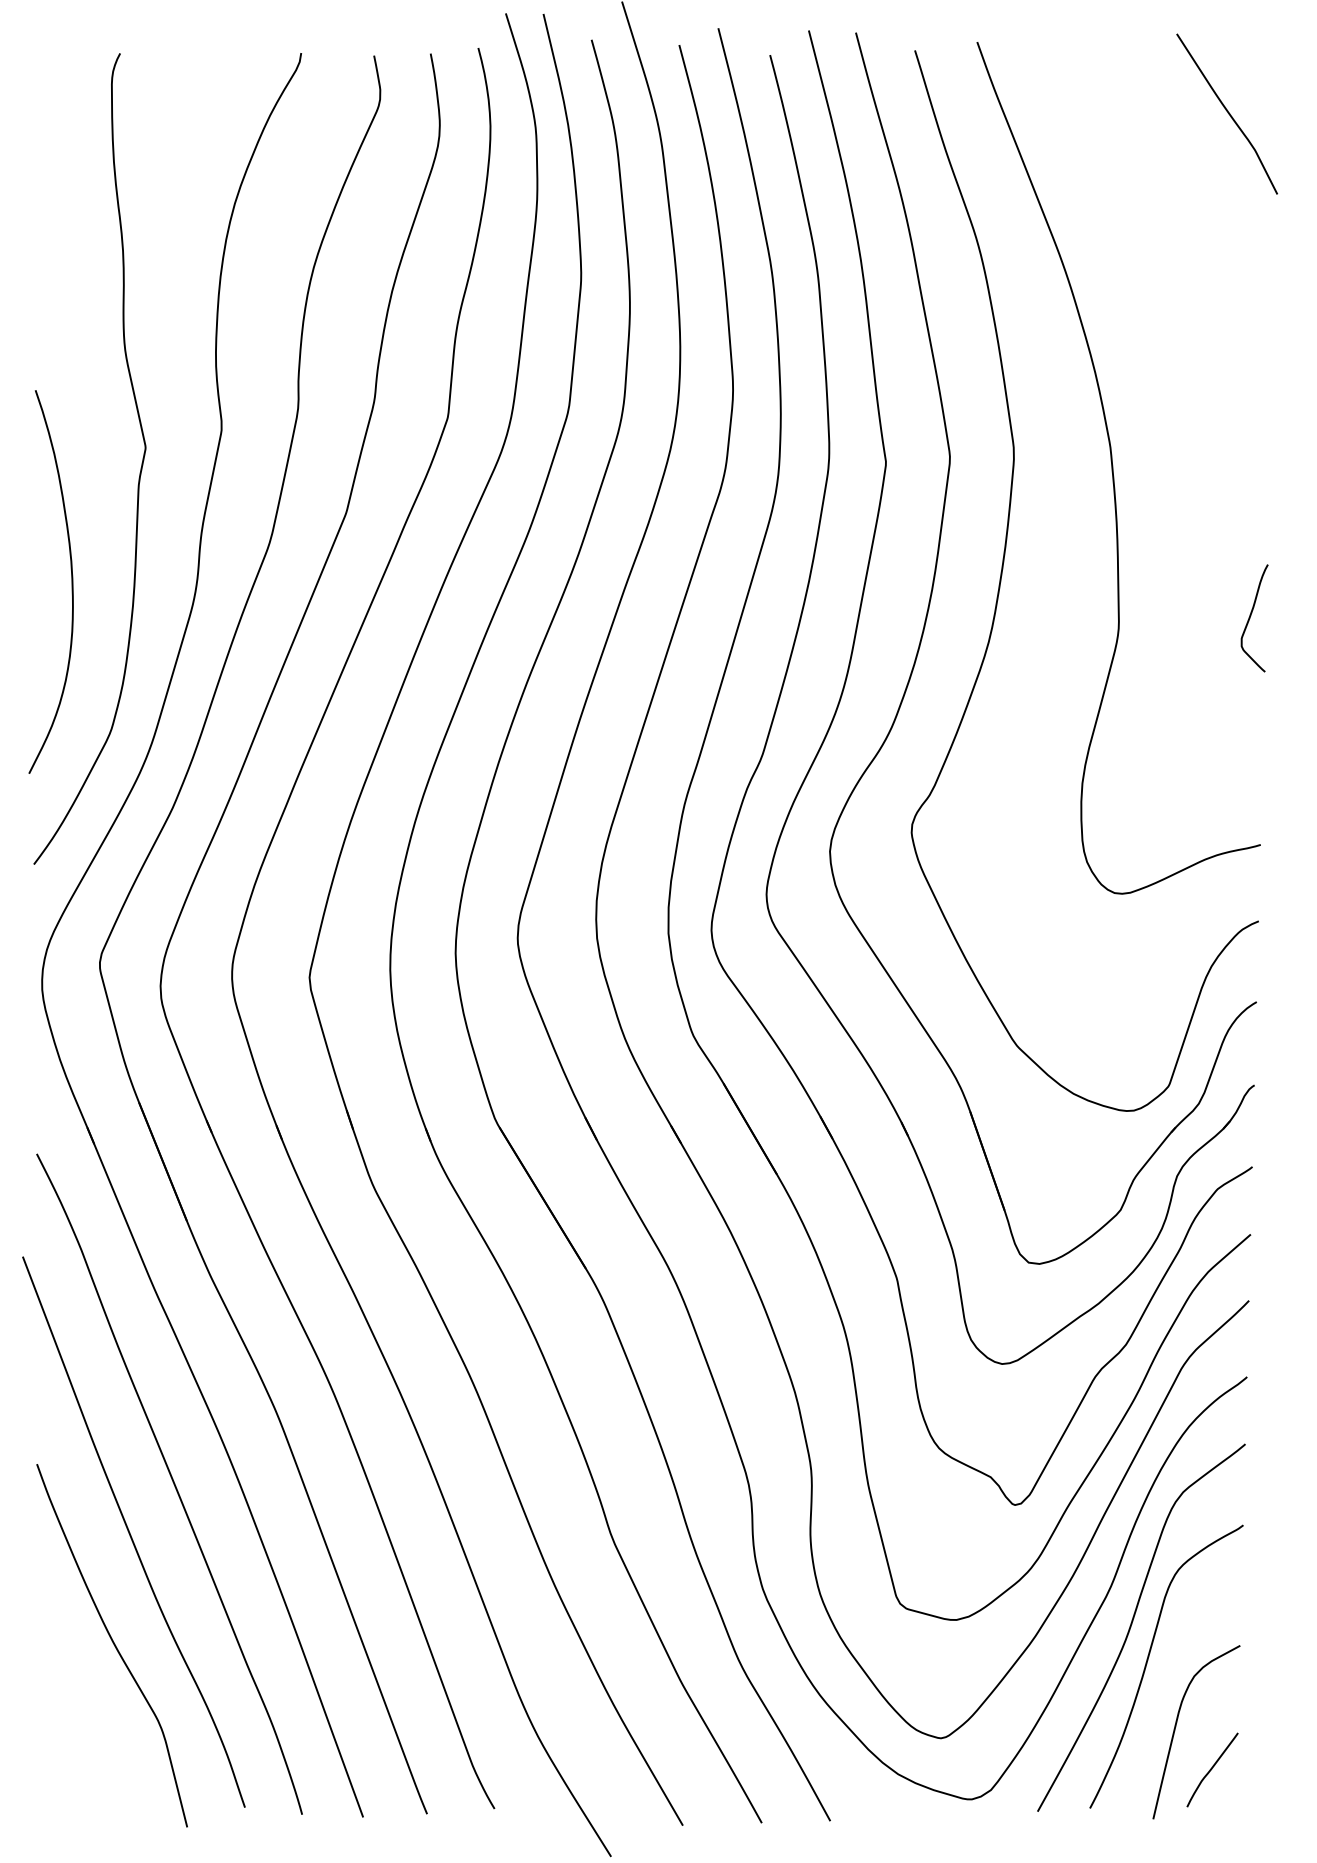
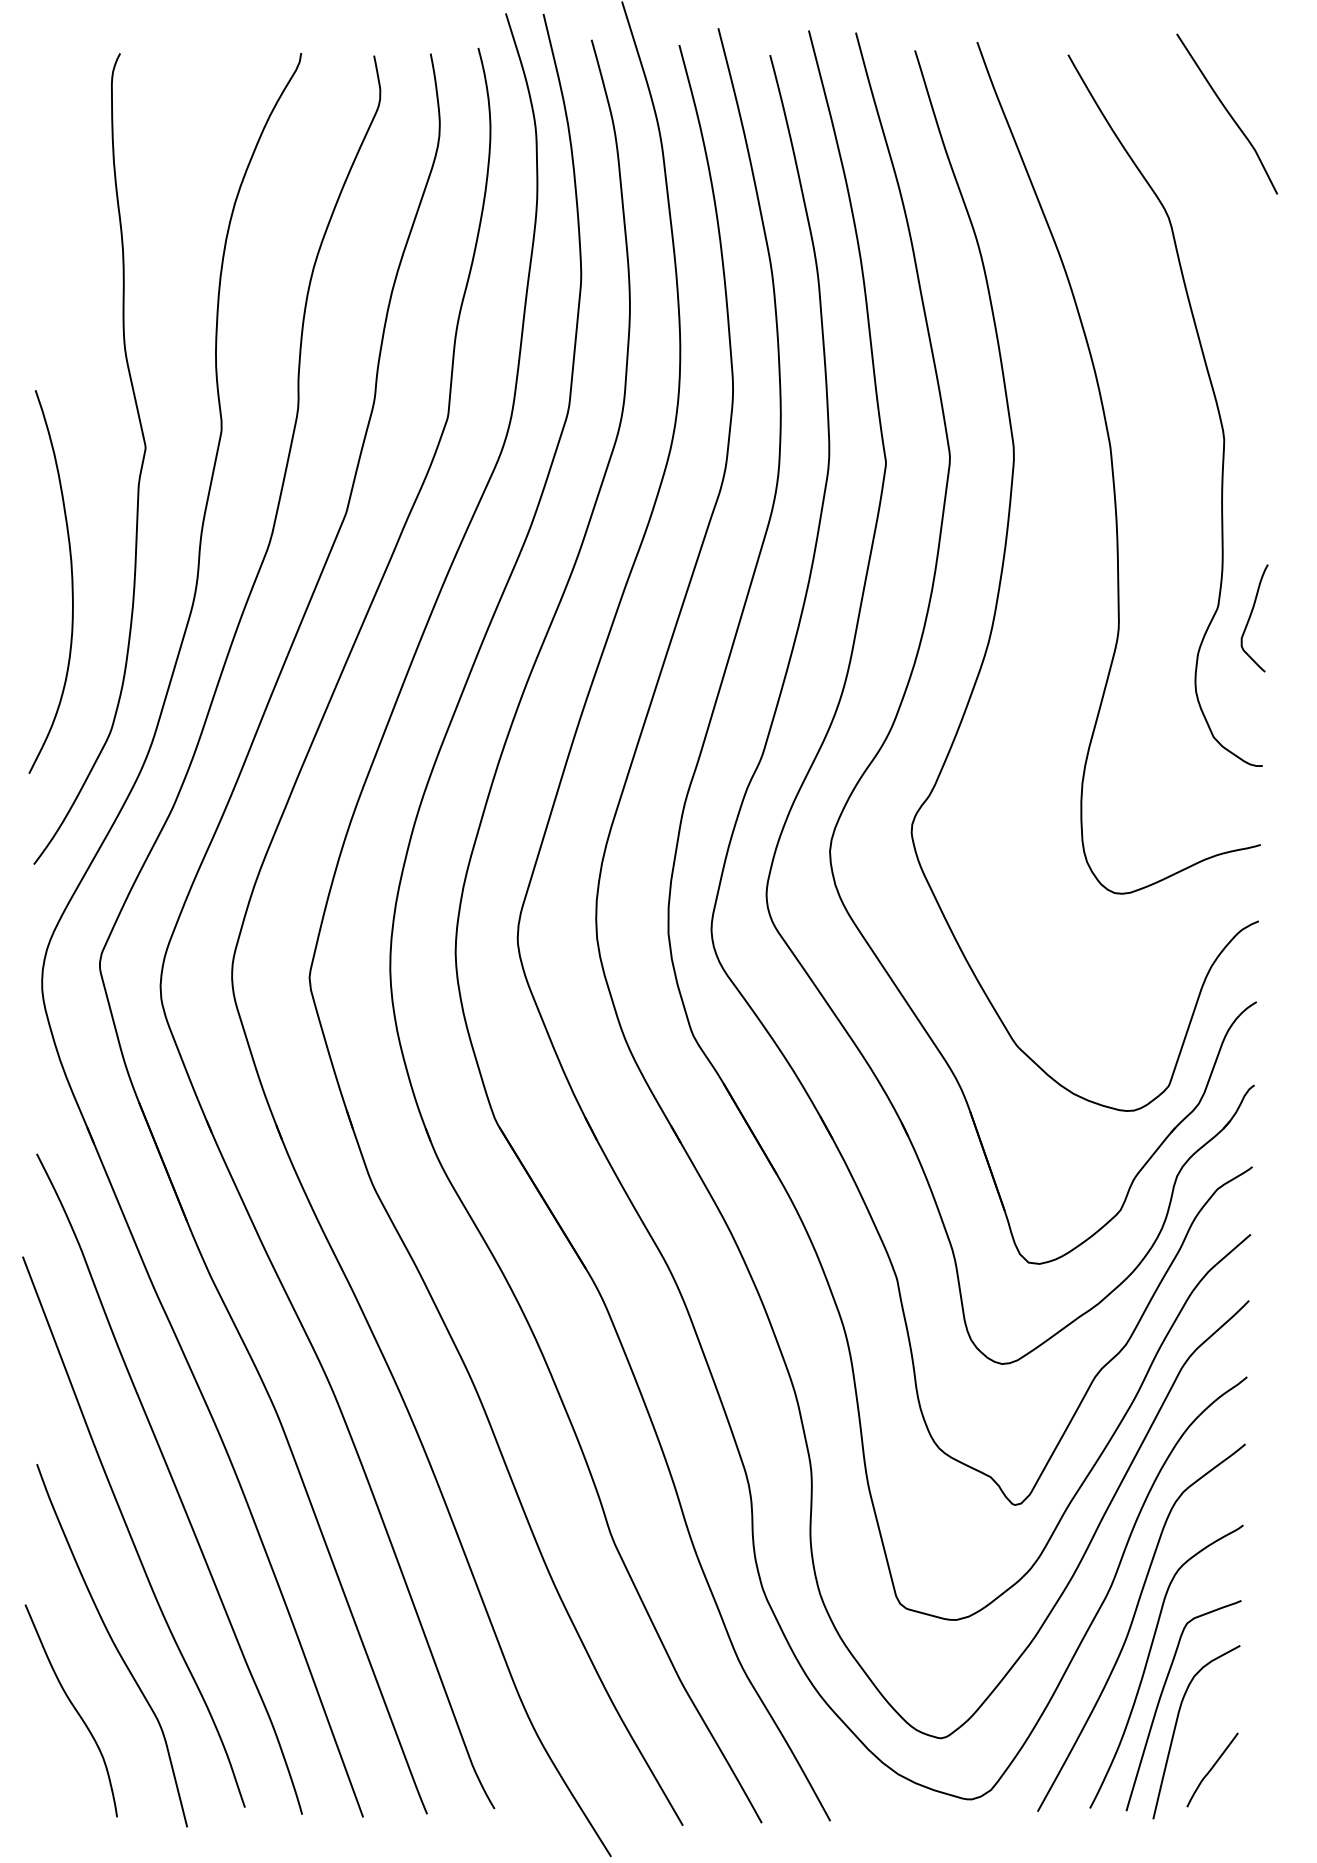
curve at (1214, 399): none -> present
curve at (1161, 1697): none -> present
curve at (73, 1708): none -> present
